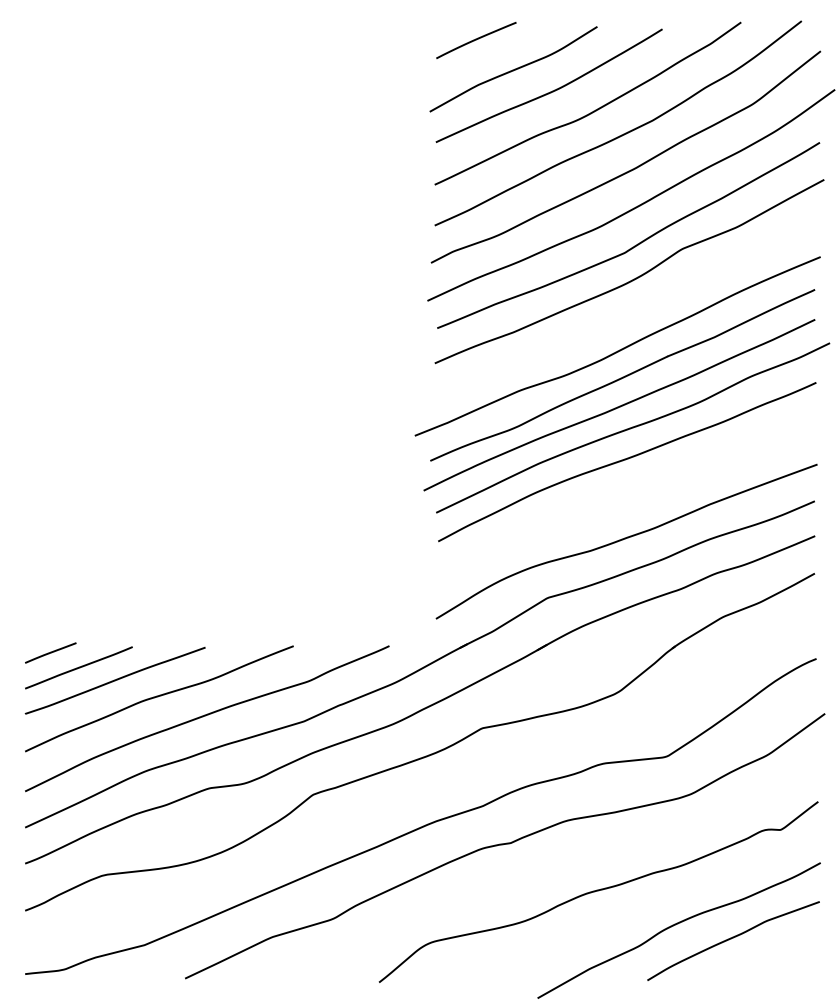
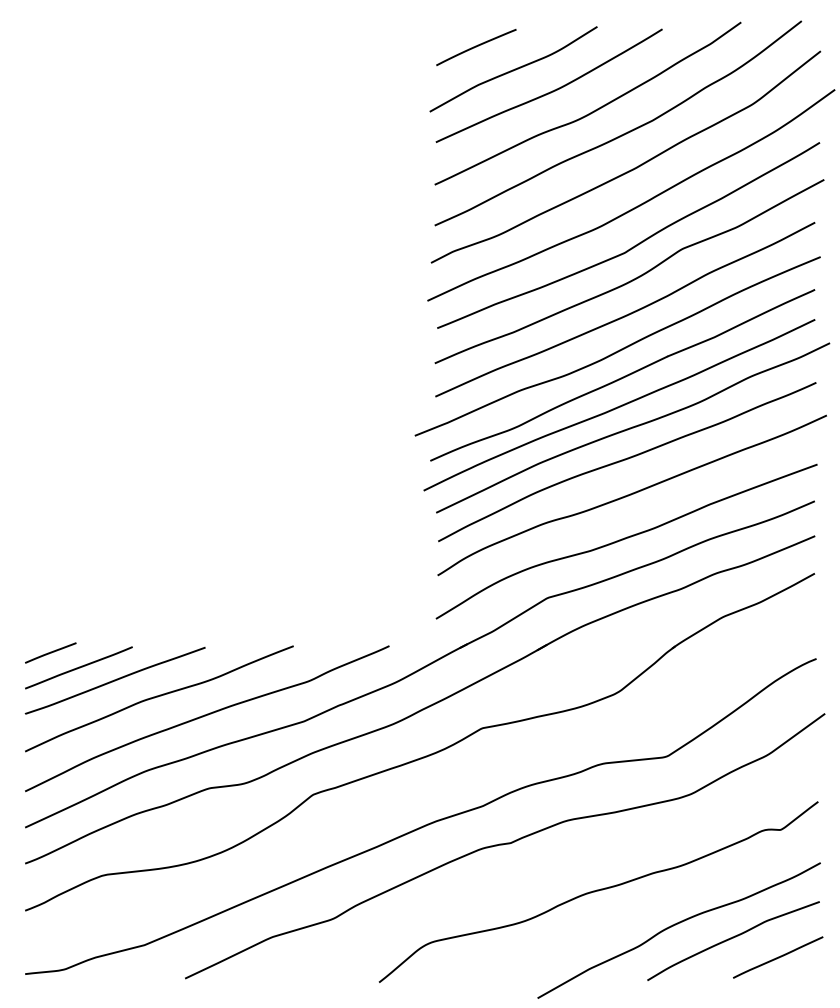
line at (476, 40) position: (476, 40) -> (476, 47)
curve at (628, 313): none -> present
curve at (631, 495): none -> present
line at (778, 957): none -> present
